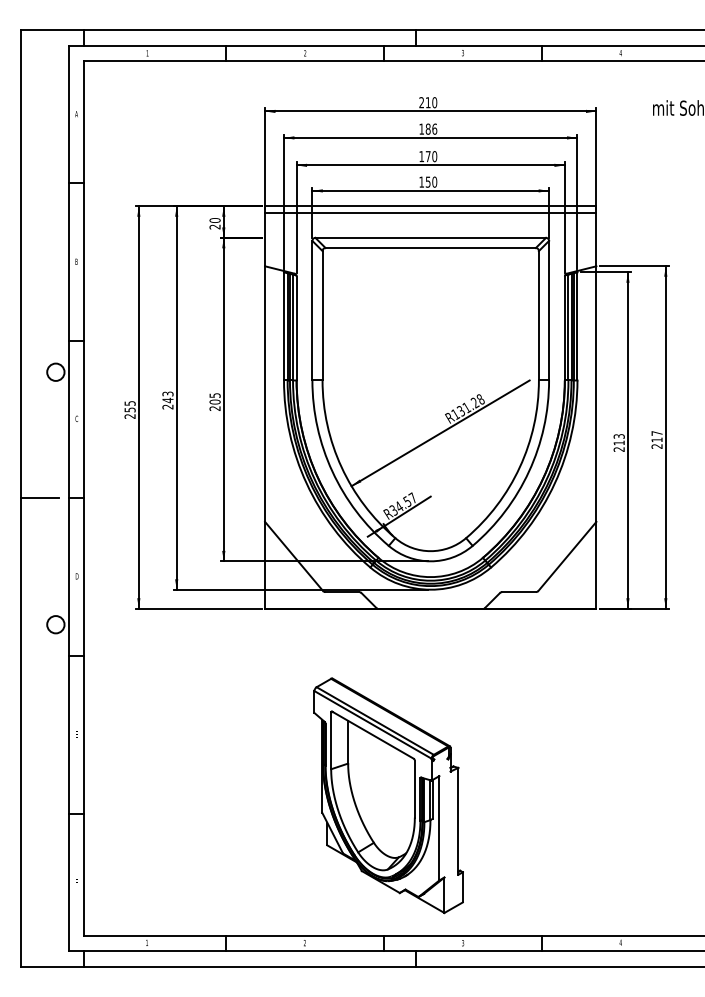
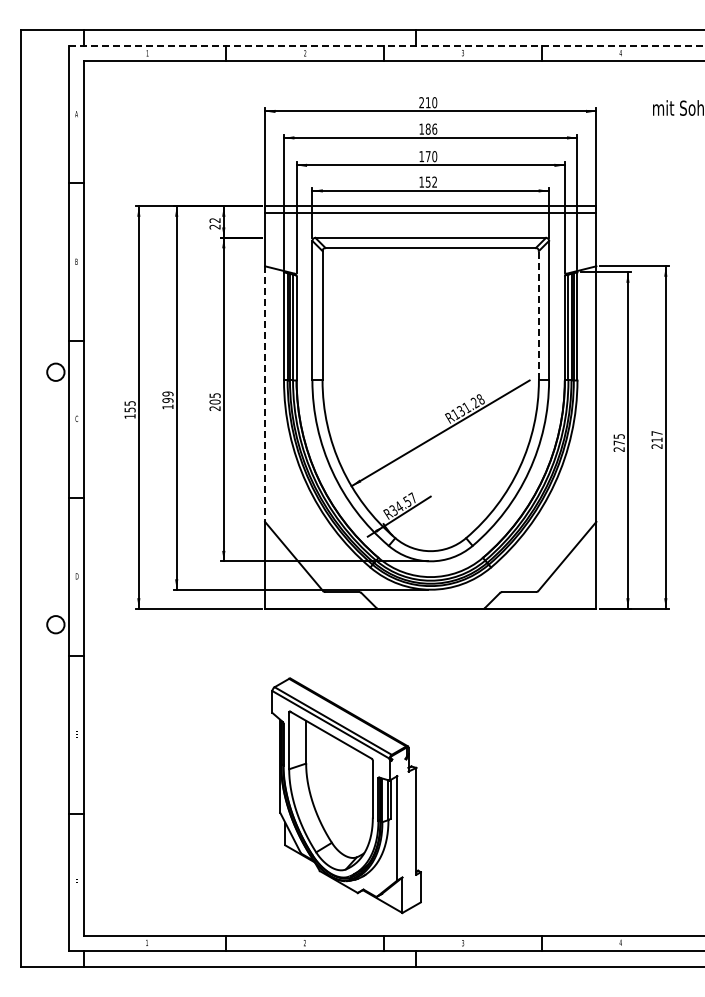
line at (386, 45): solid -> dashed
text at (434, 181): 150 -> 152
text at (214, 220): 20 -> 22
line at (538, 315): solid -> dashed
line at (265, 394): solid -> dashed
text at (167, 400): 243 -> 199
text at (129, 416): 255 -> 155
text at (618, 439): 213 -> 275
line at (40, 498): present -> none
part at (388, 795) position: (388, 795) -> (346, 795)
